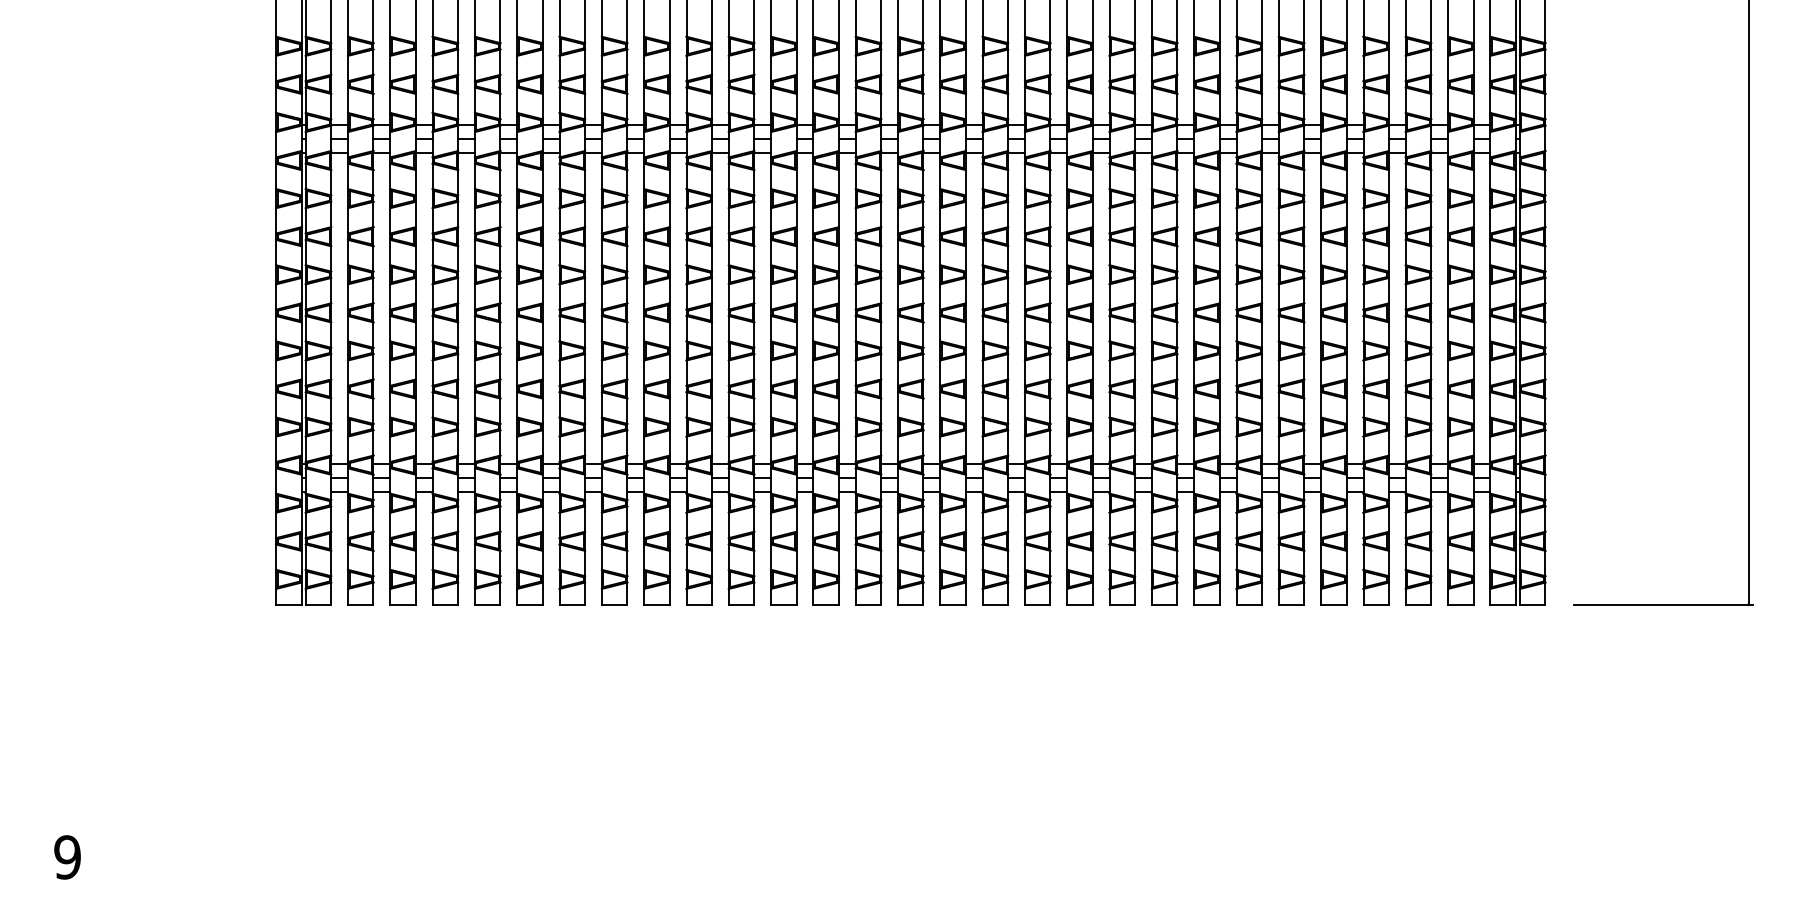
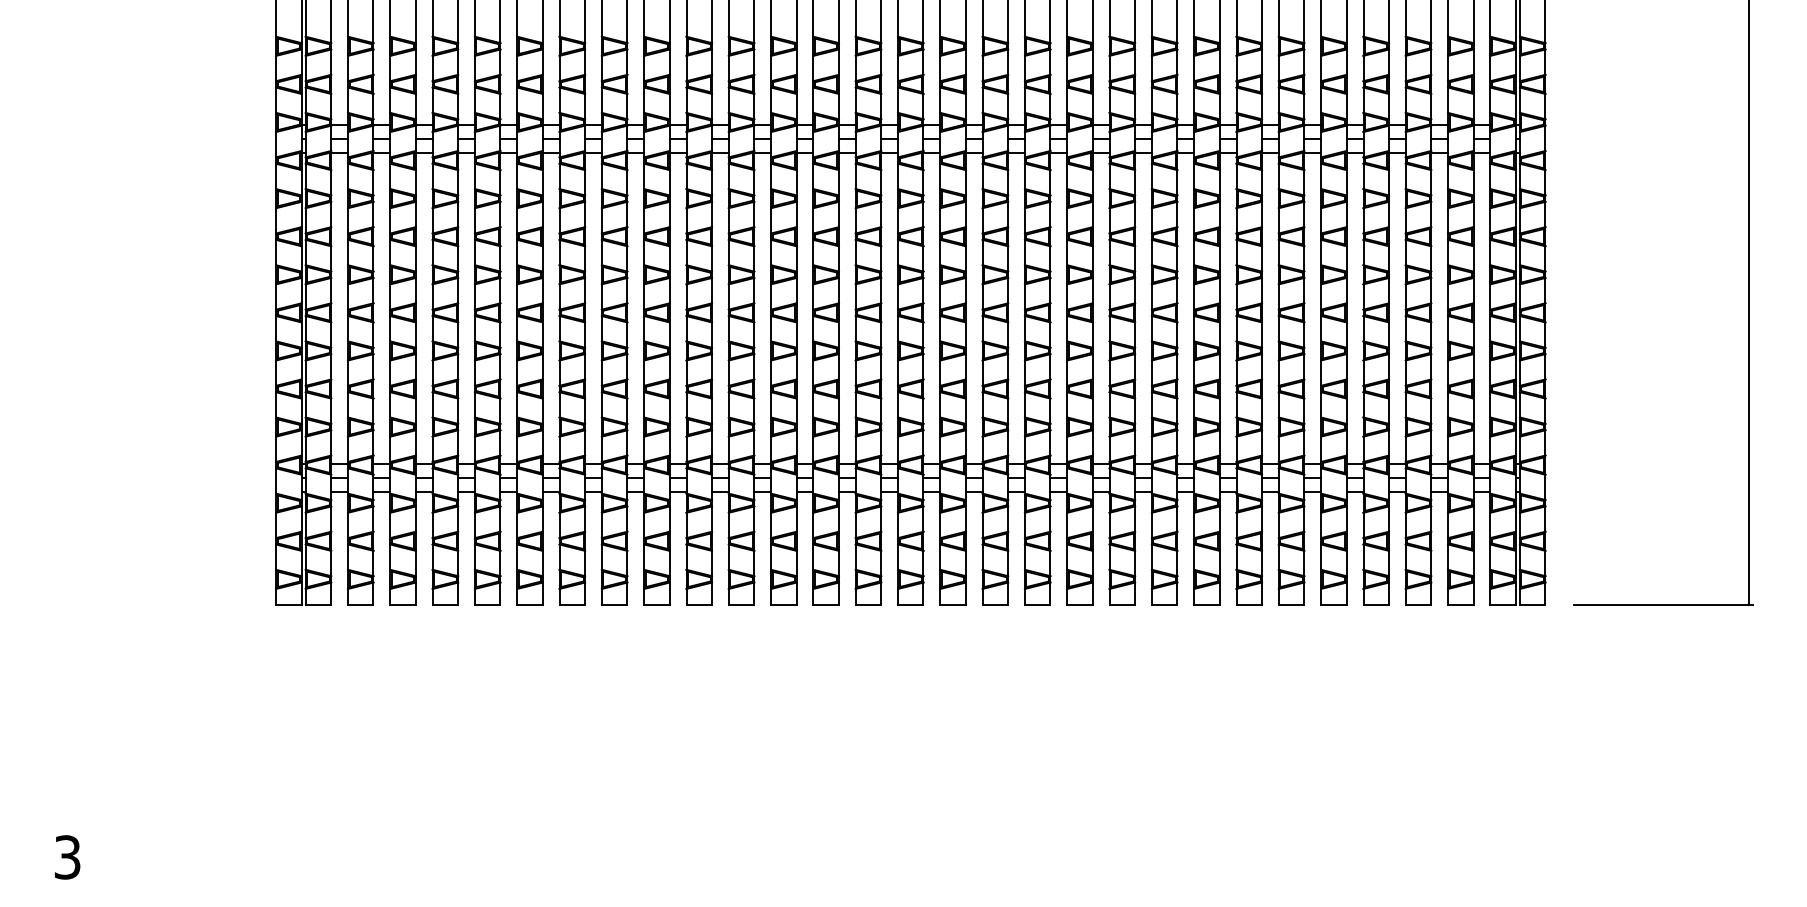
text at (67, 857): 9 -> 3
